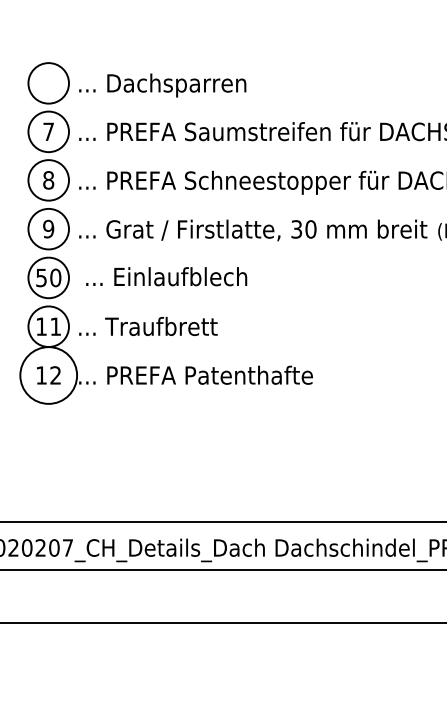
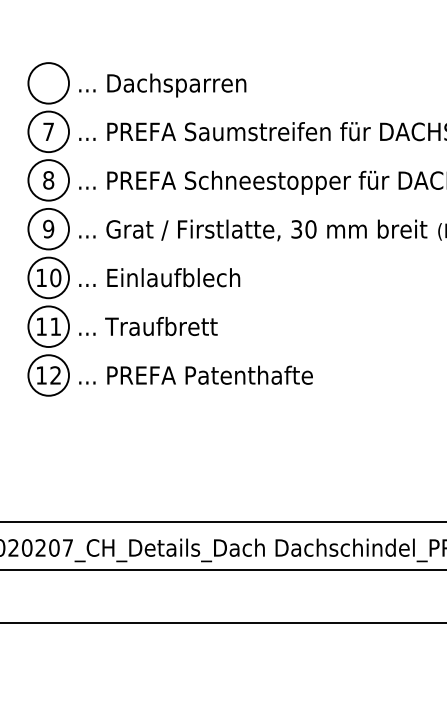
text at (166, 276) position: (166, 276) -> (159, 277)
text at (41, 277): 50 -> 10
circle at (48, 375) diameter: 57 px -> 41 px
